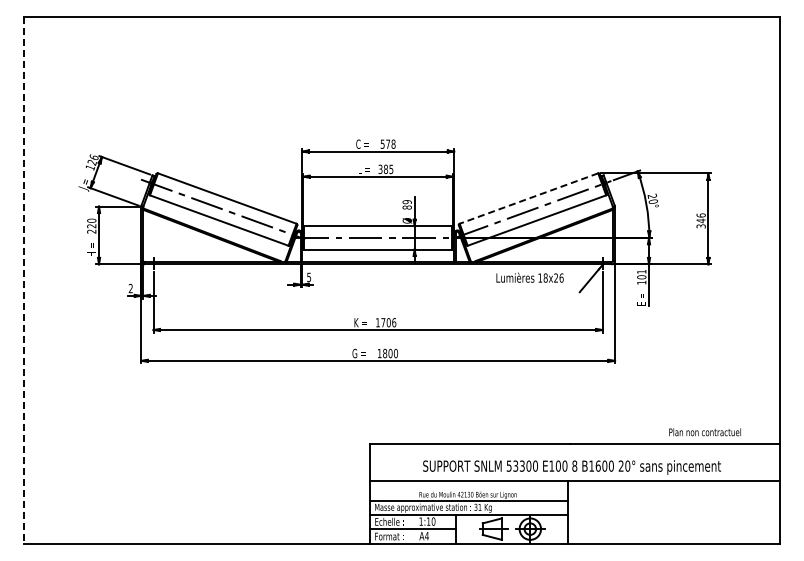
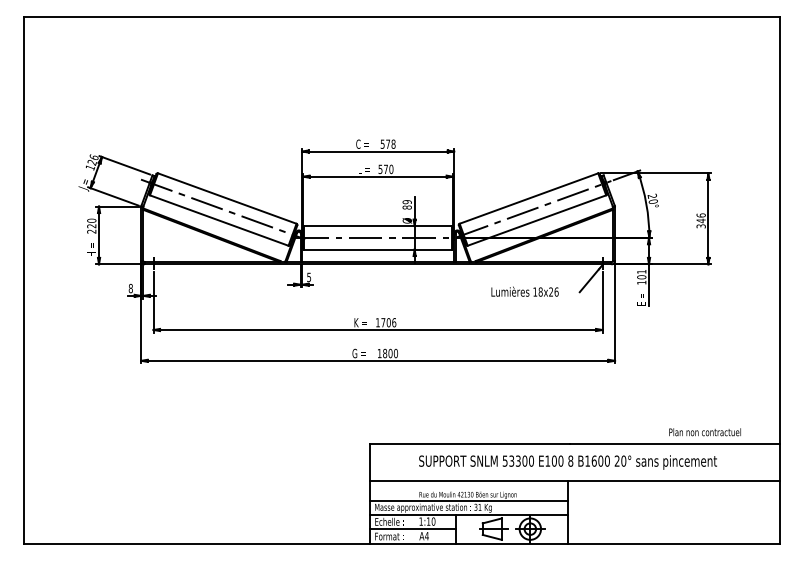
text at (385, 169): 385 -> 570
line at (528, 198): dashed -> solid
text at (529, 277) position: (529, 277) -> (524, 291)
line at (24, 280): dashed -> solid
text at (130, 288): 2 -> 8
text at (571, 467) position: (571, 467) -> (567, 462)
